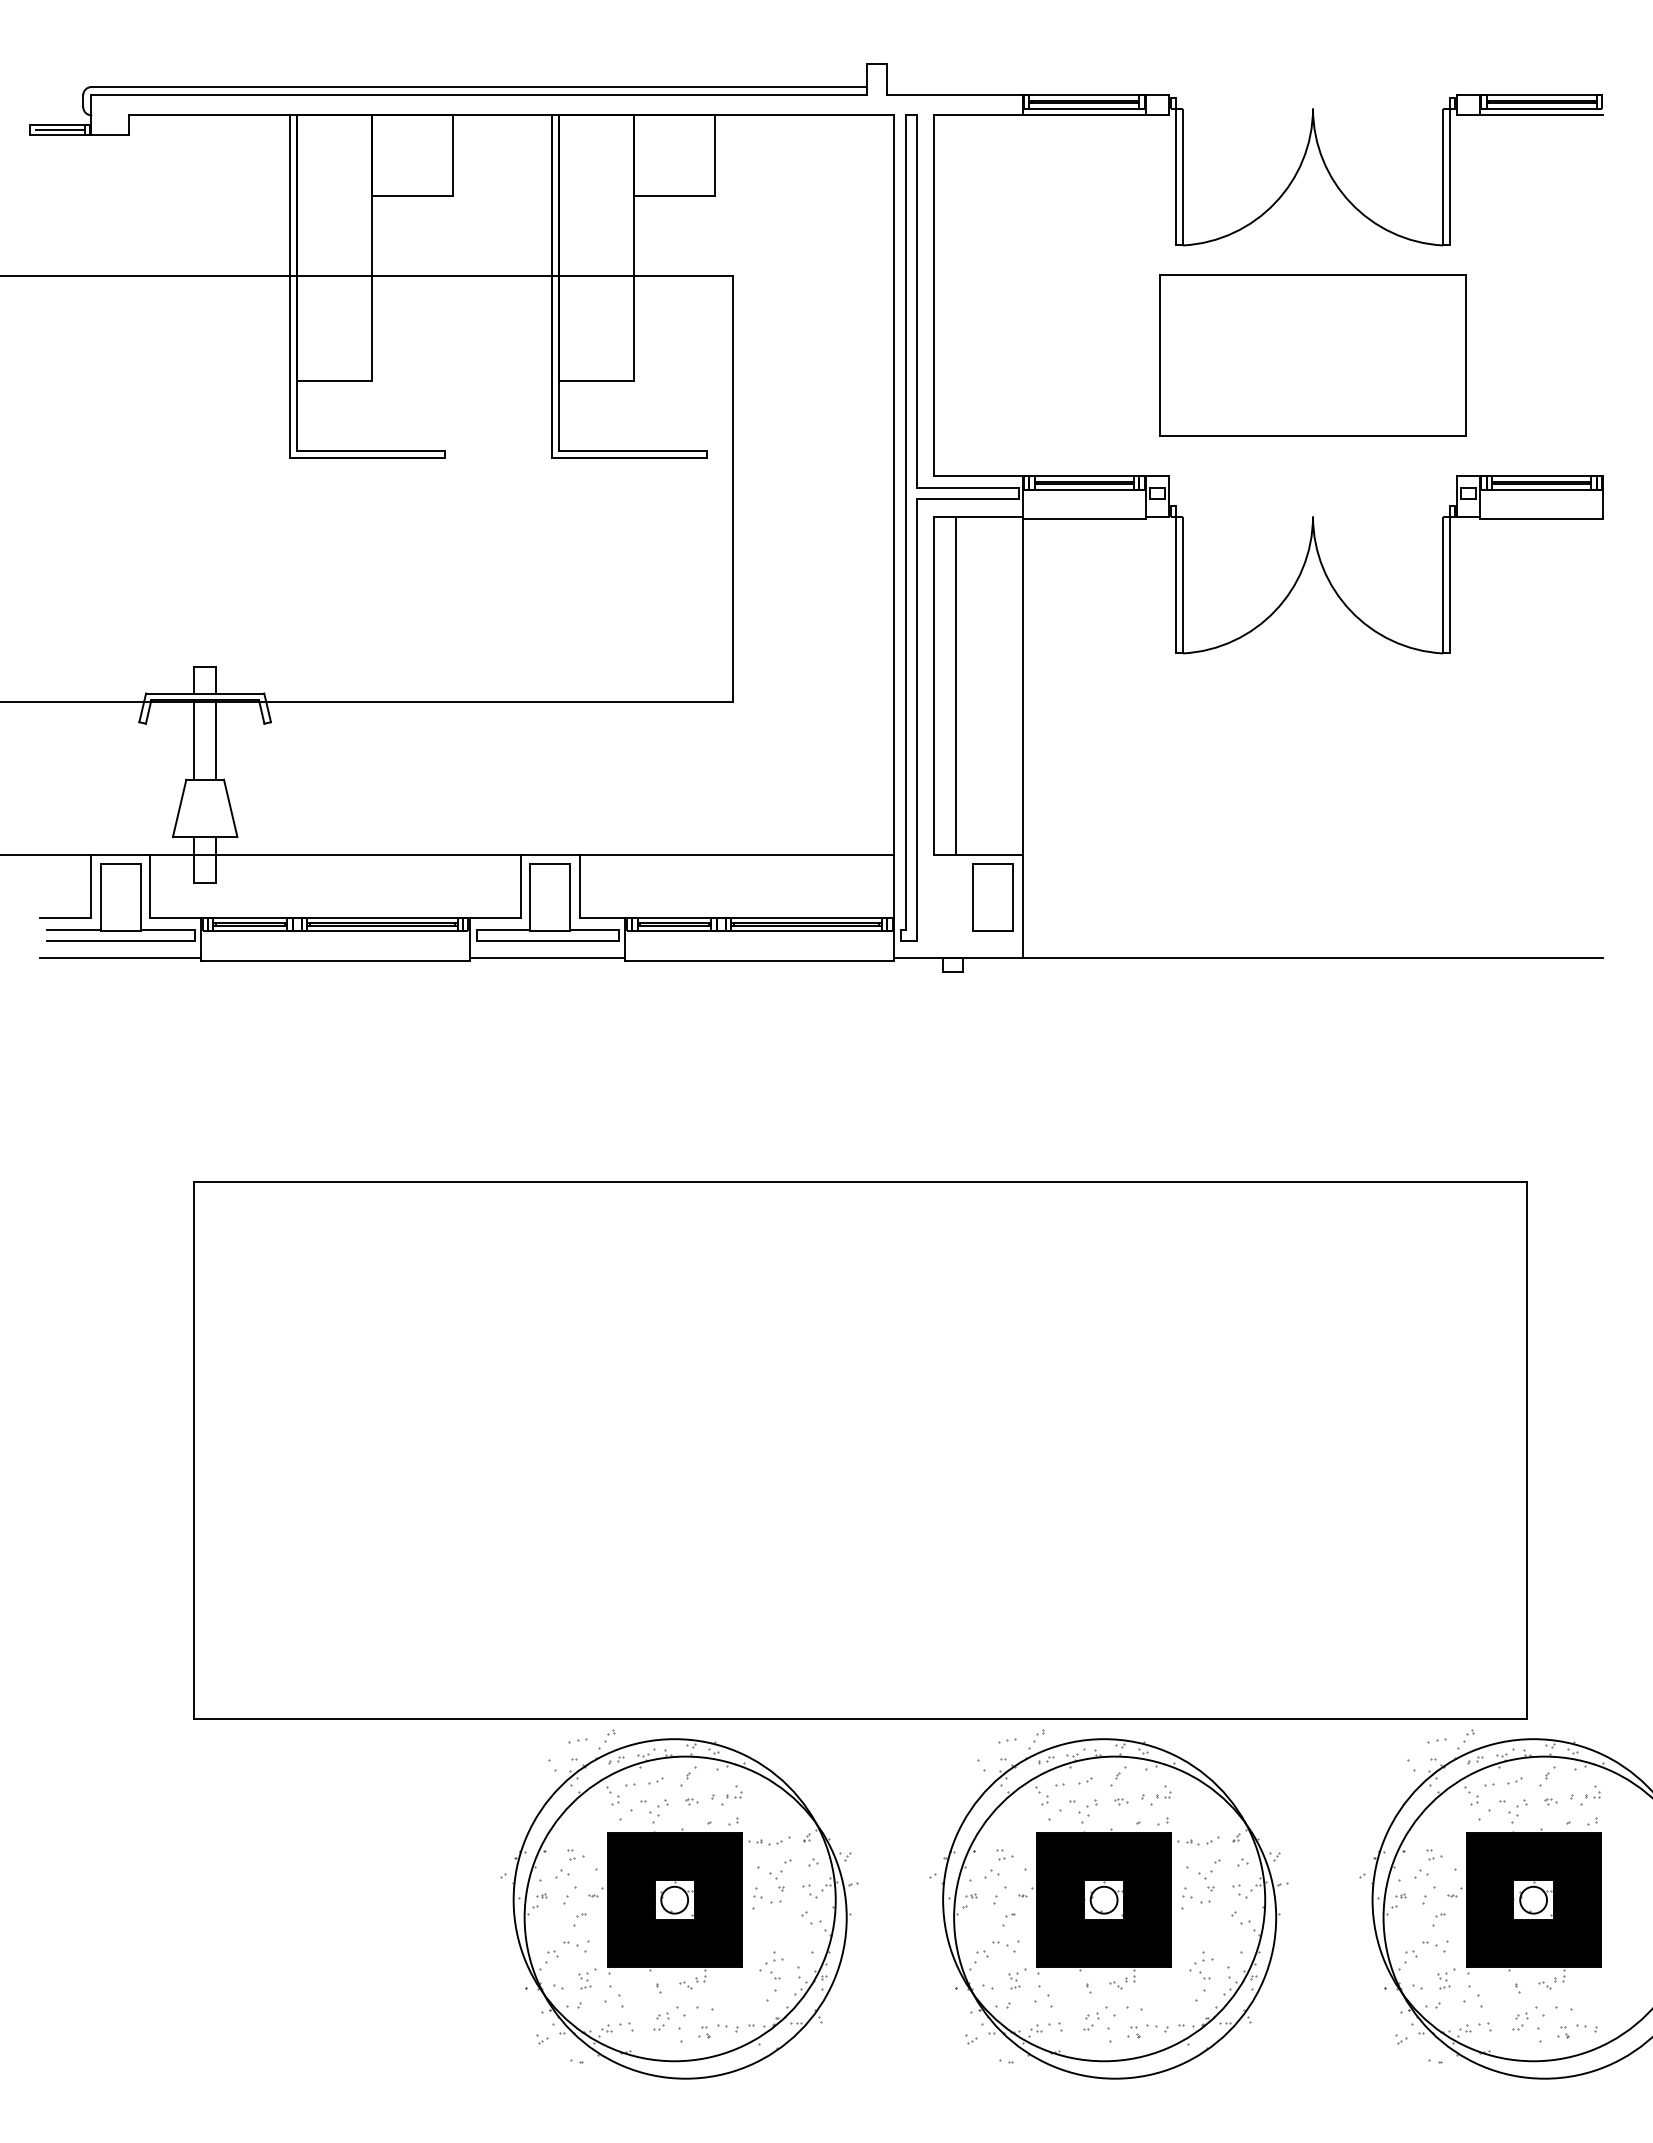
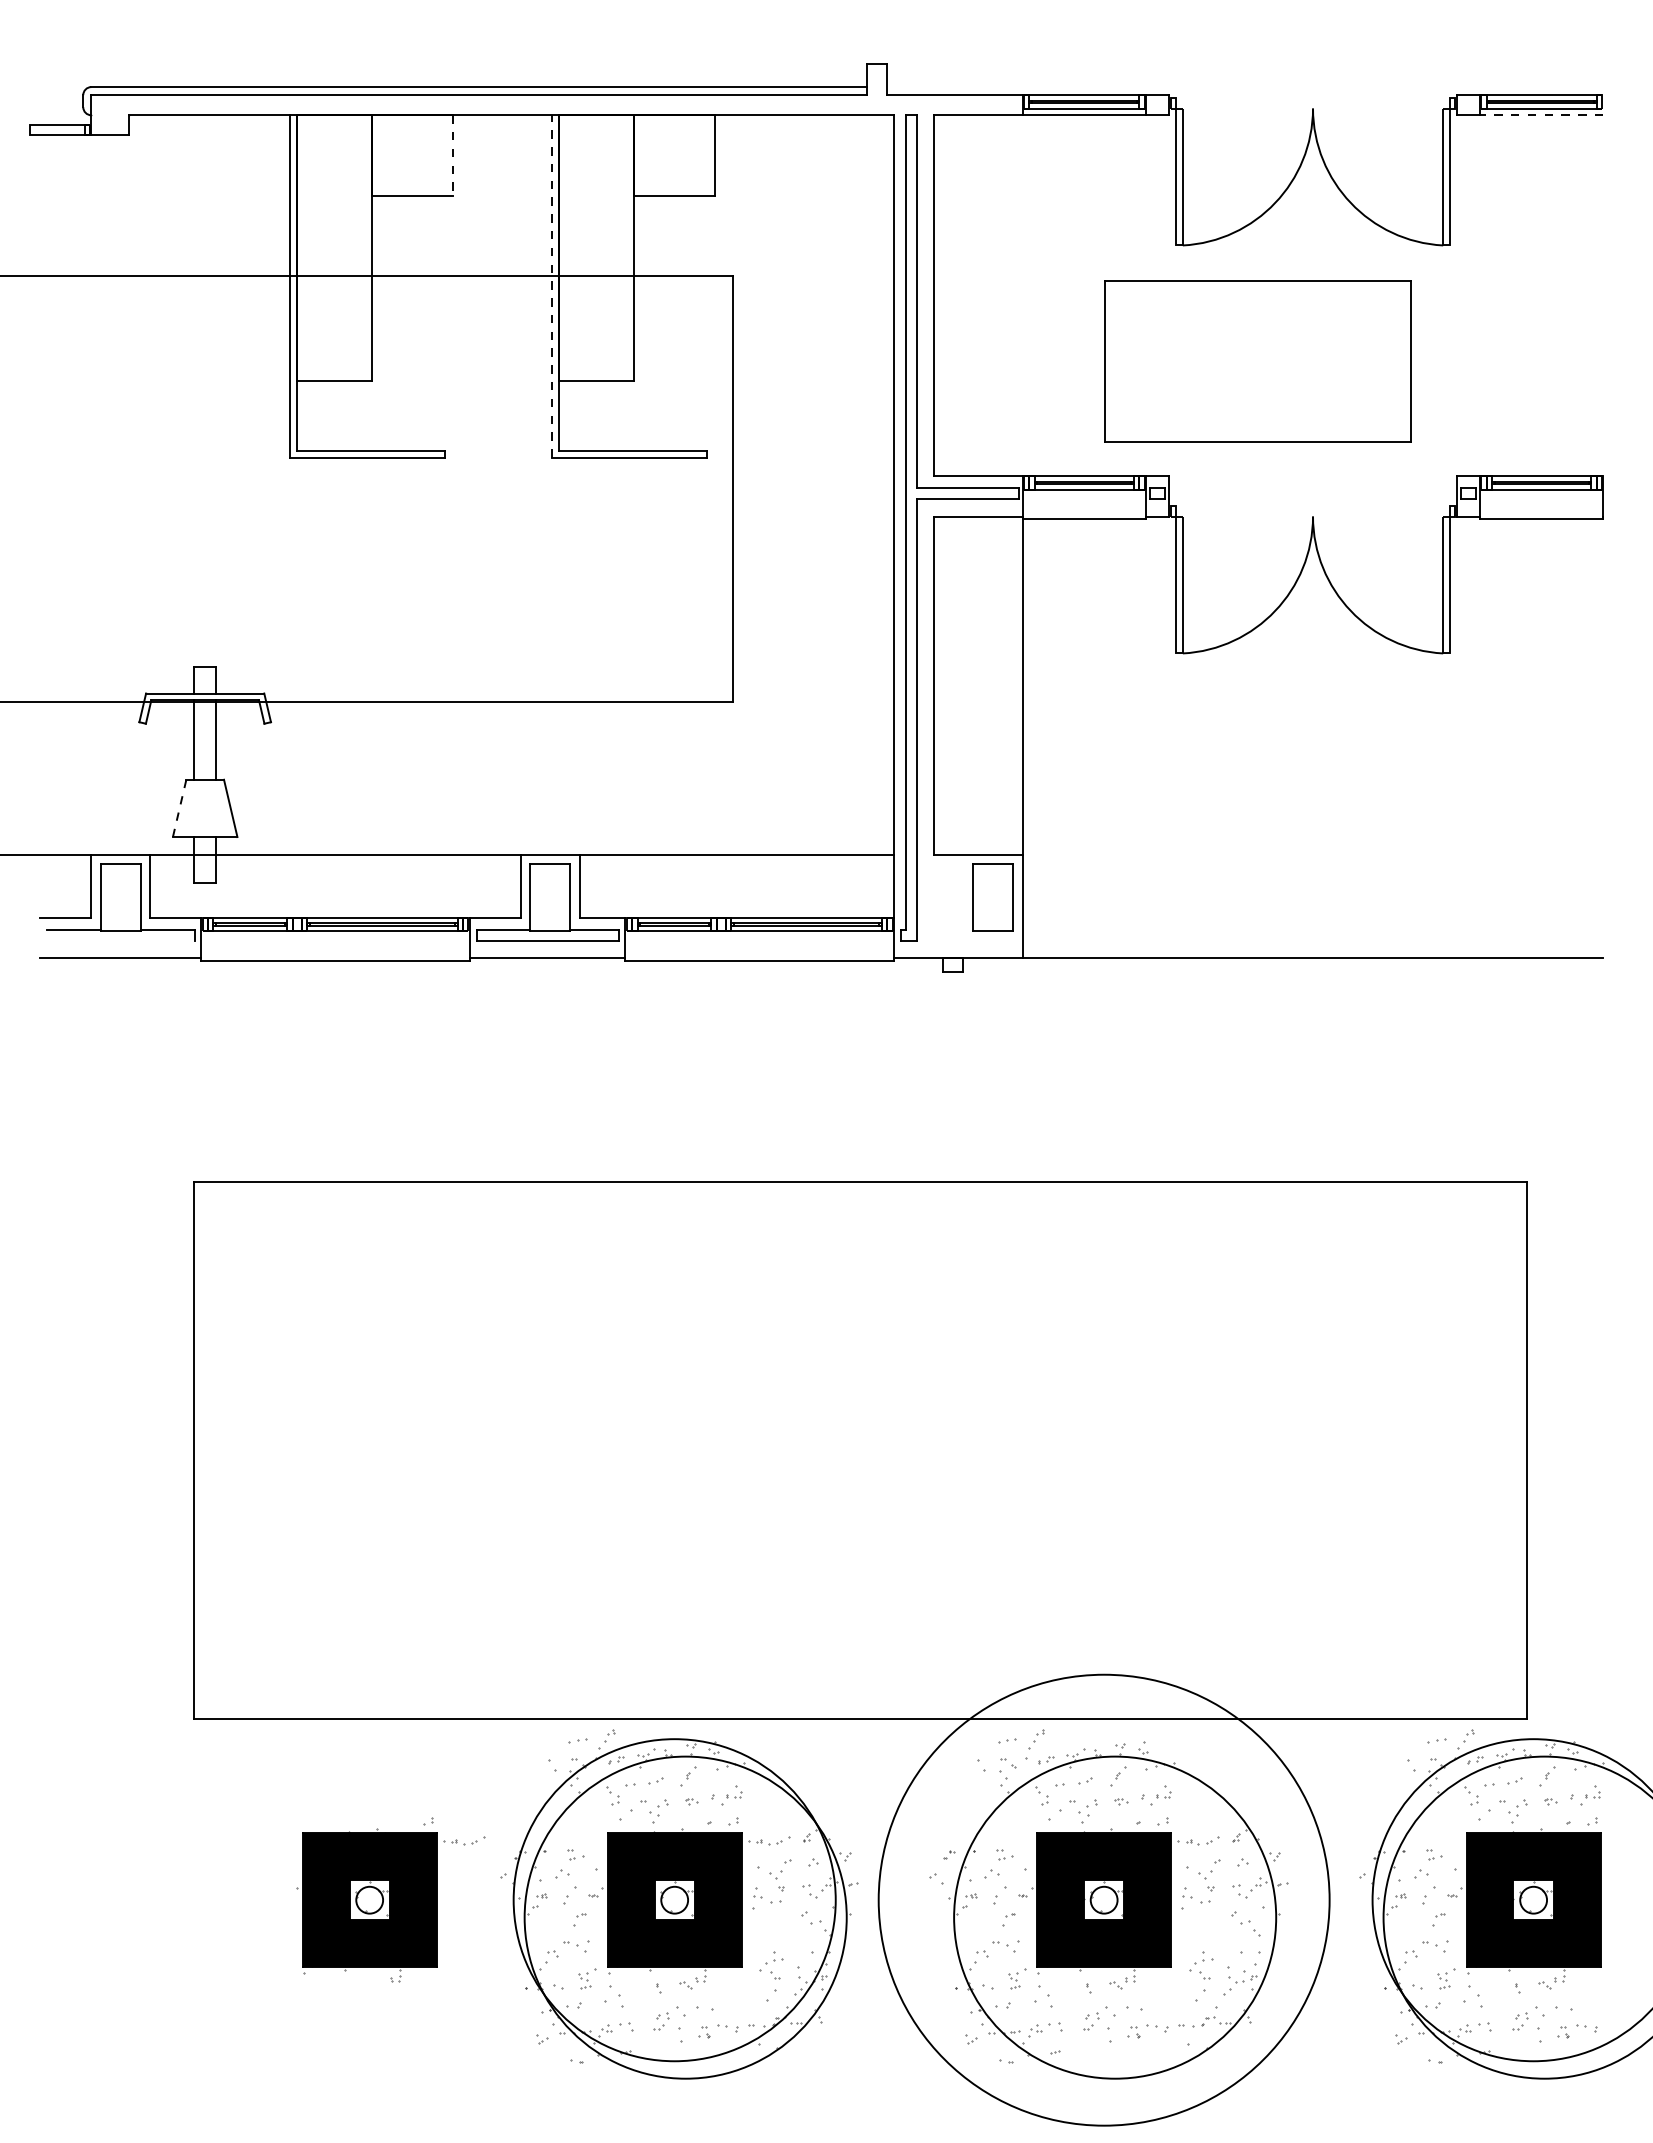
line at (1541, 115): solid -> dashed
line at (59, 130): present -> none
line at (452, 156): solid -> dashed
line at (552, 285): solid -> dashed
part at (1312, 355) position: (1312, 355) -> (1257, 361)
line at (955, 685): present -> none
line at (179, 807): solid -> dashed
line at (120, 940): present -> none
part at (390, 1899): none -> present
circle at (1104, 1900) diameter: 322 px -> 451 px
